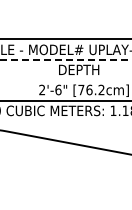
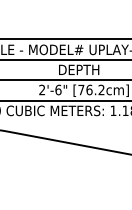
line at (66, 59): dashed -> solid
line at (65, 80): none -> present
